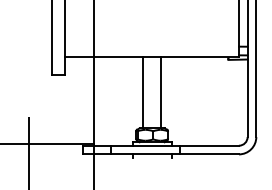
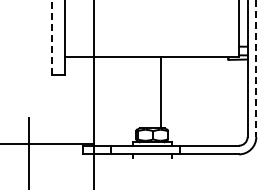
line at (52, 37): solid -> dashed
line at (256, 69): solid -> dashed
line at (143, 92): present -> none
